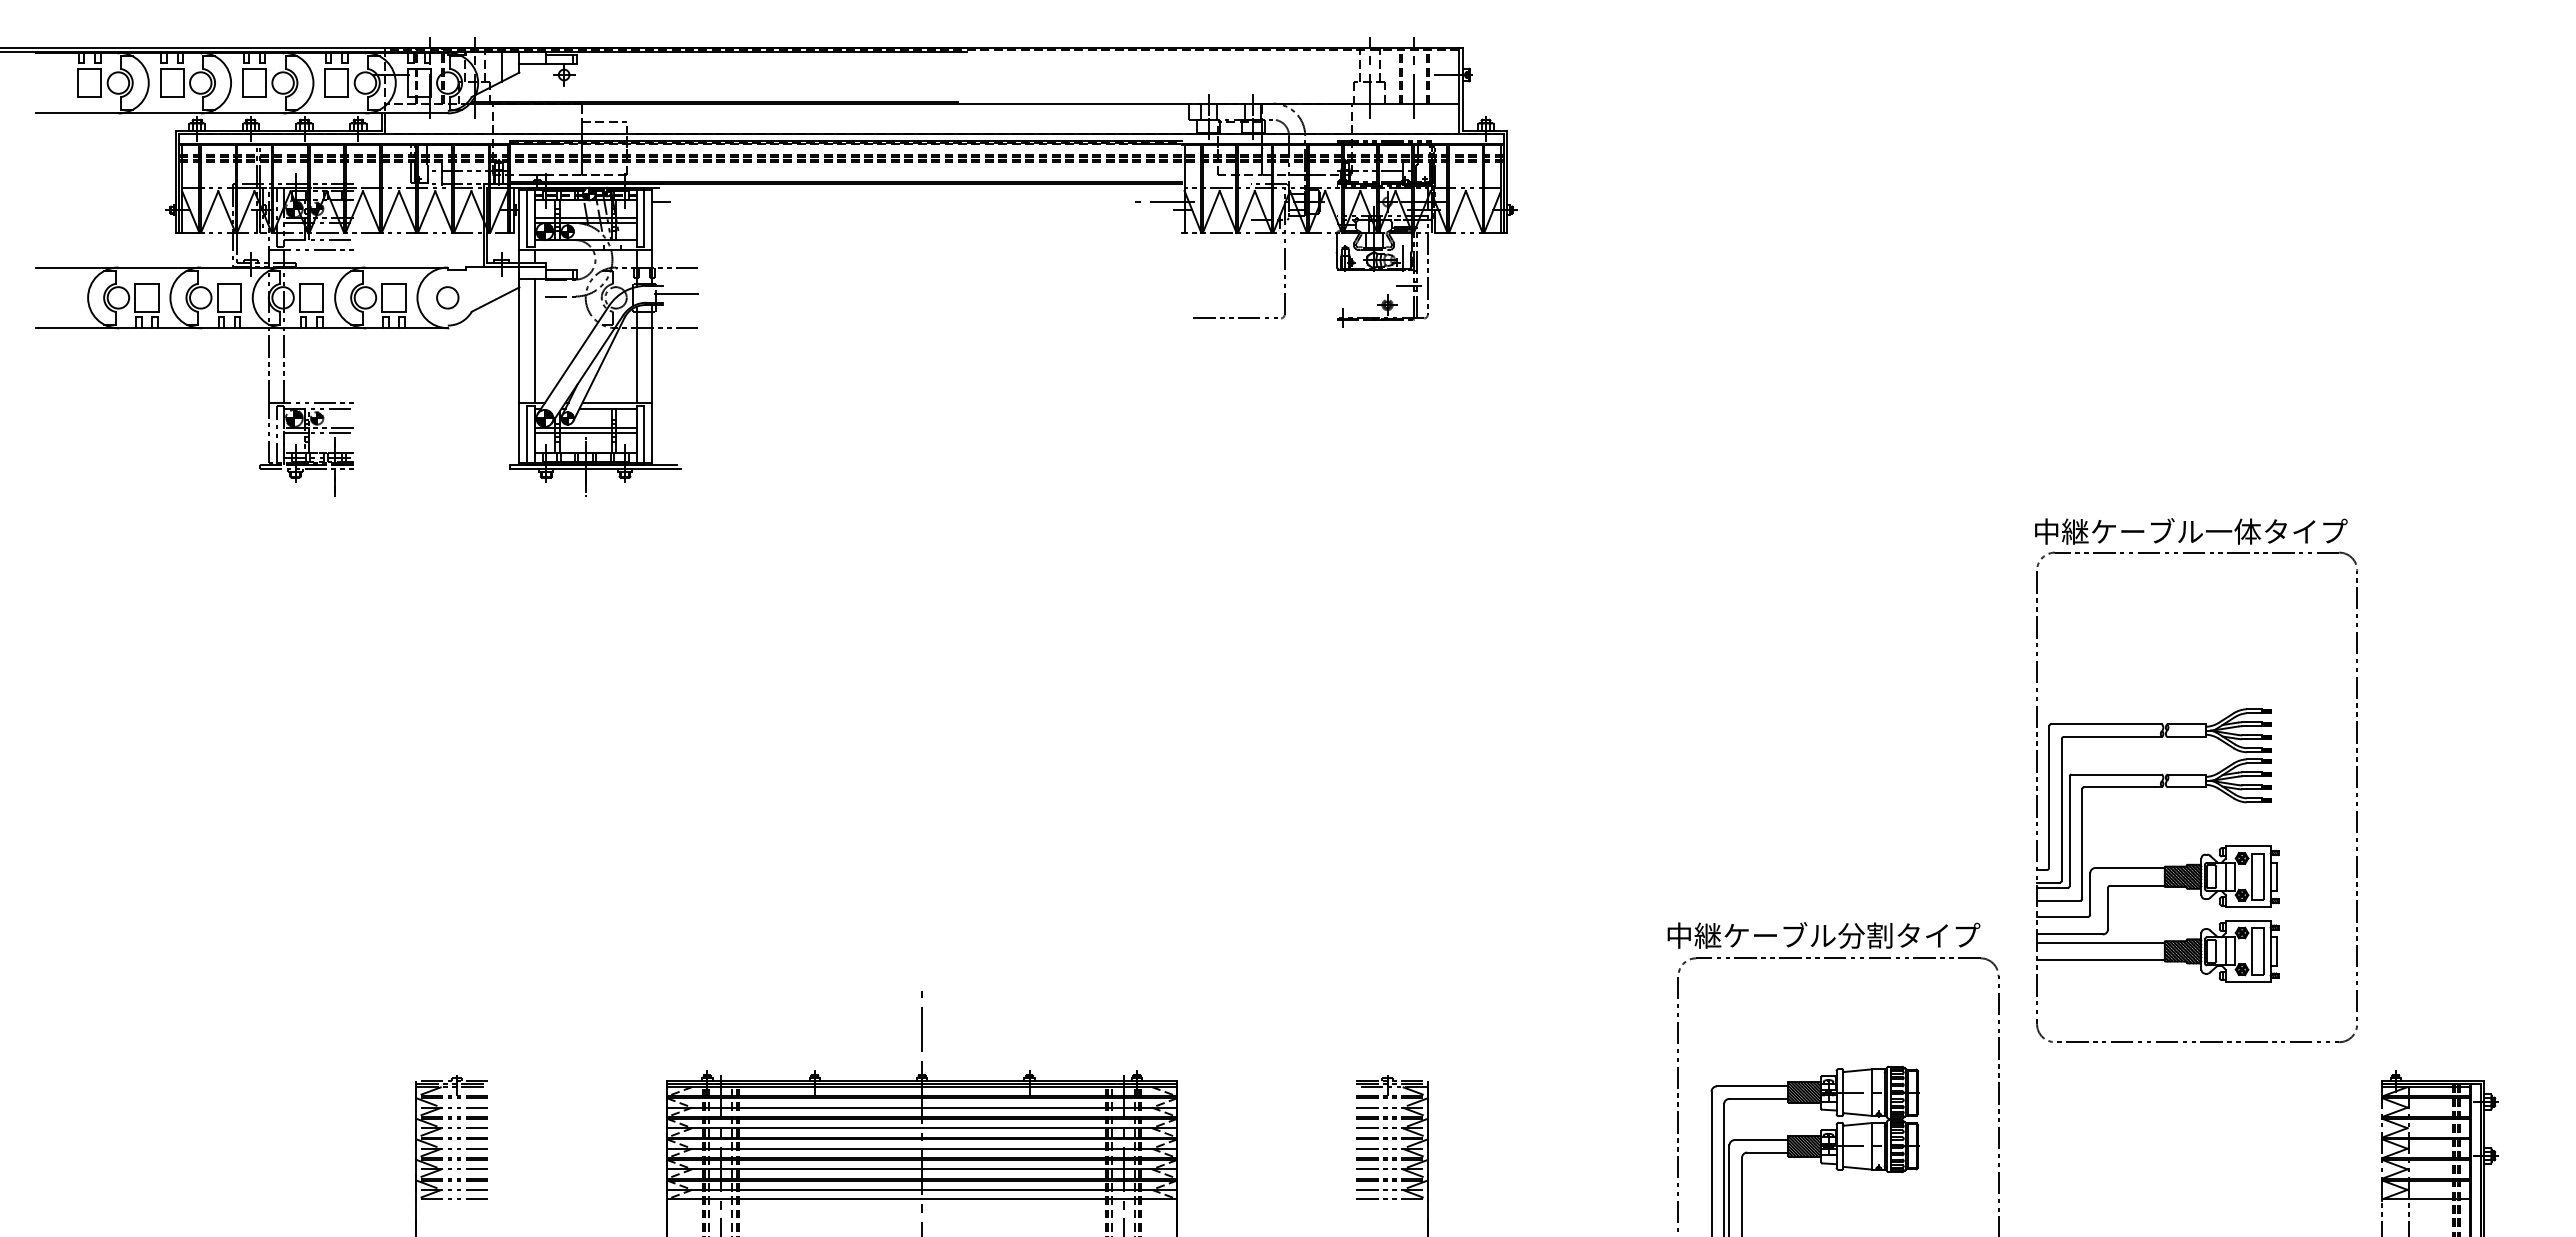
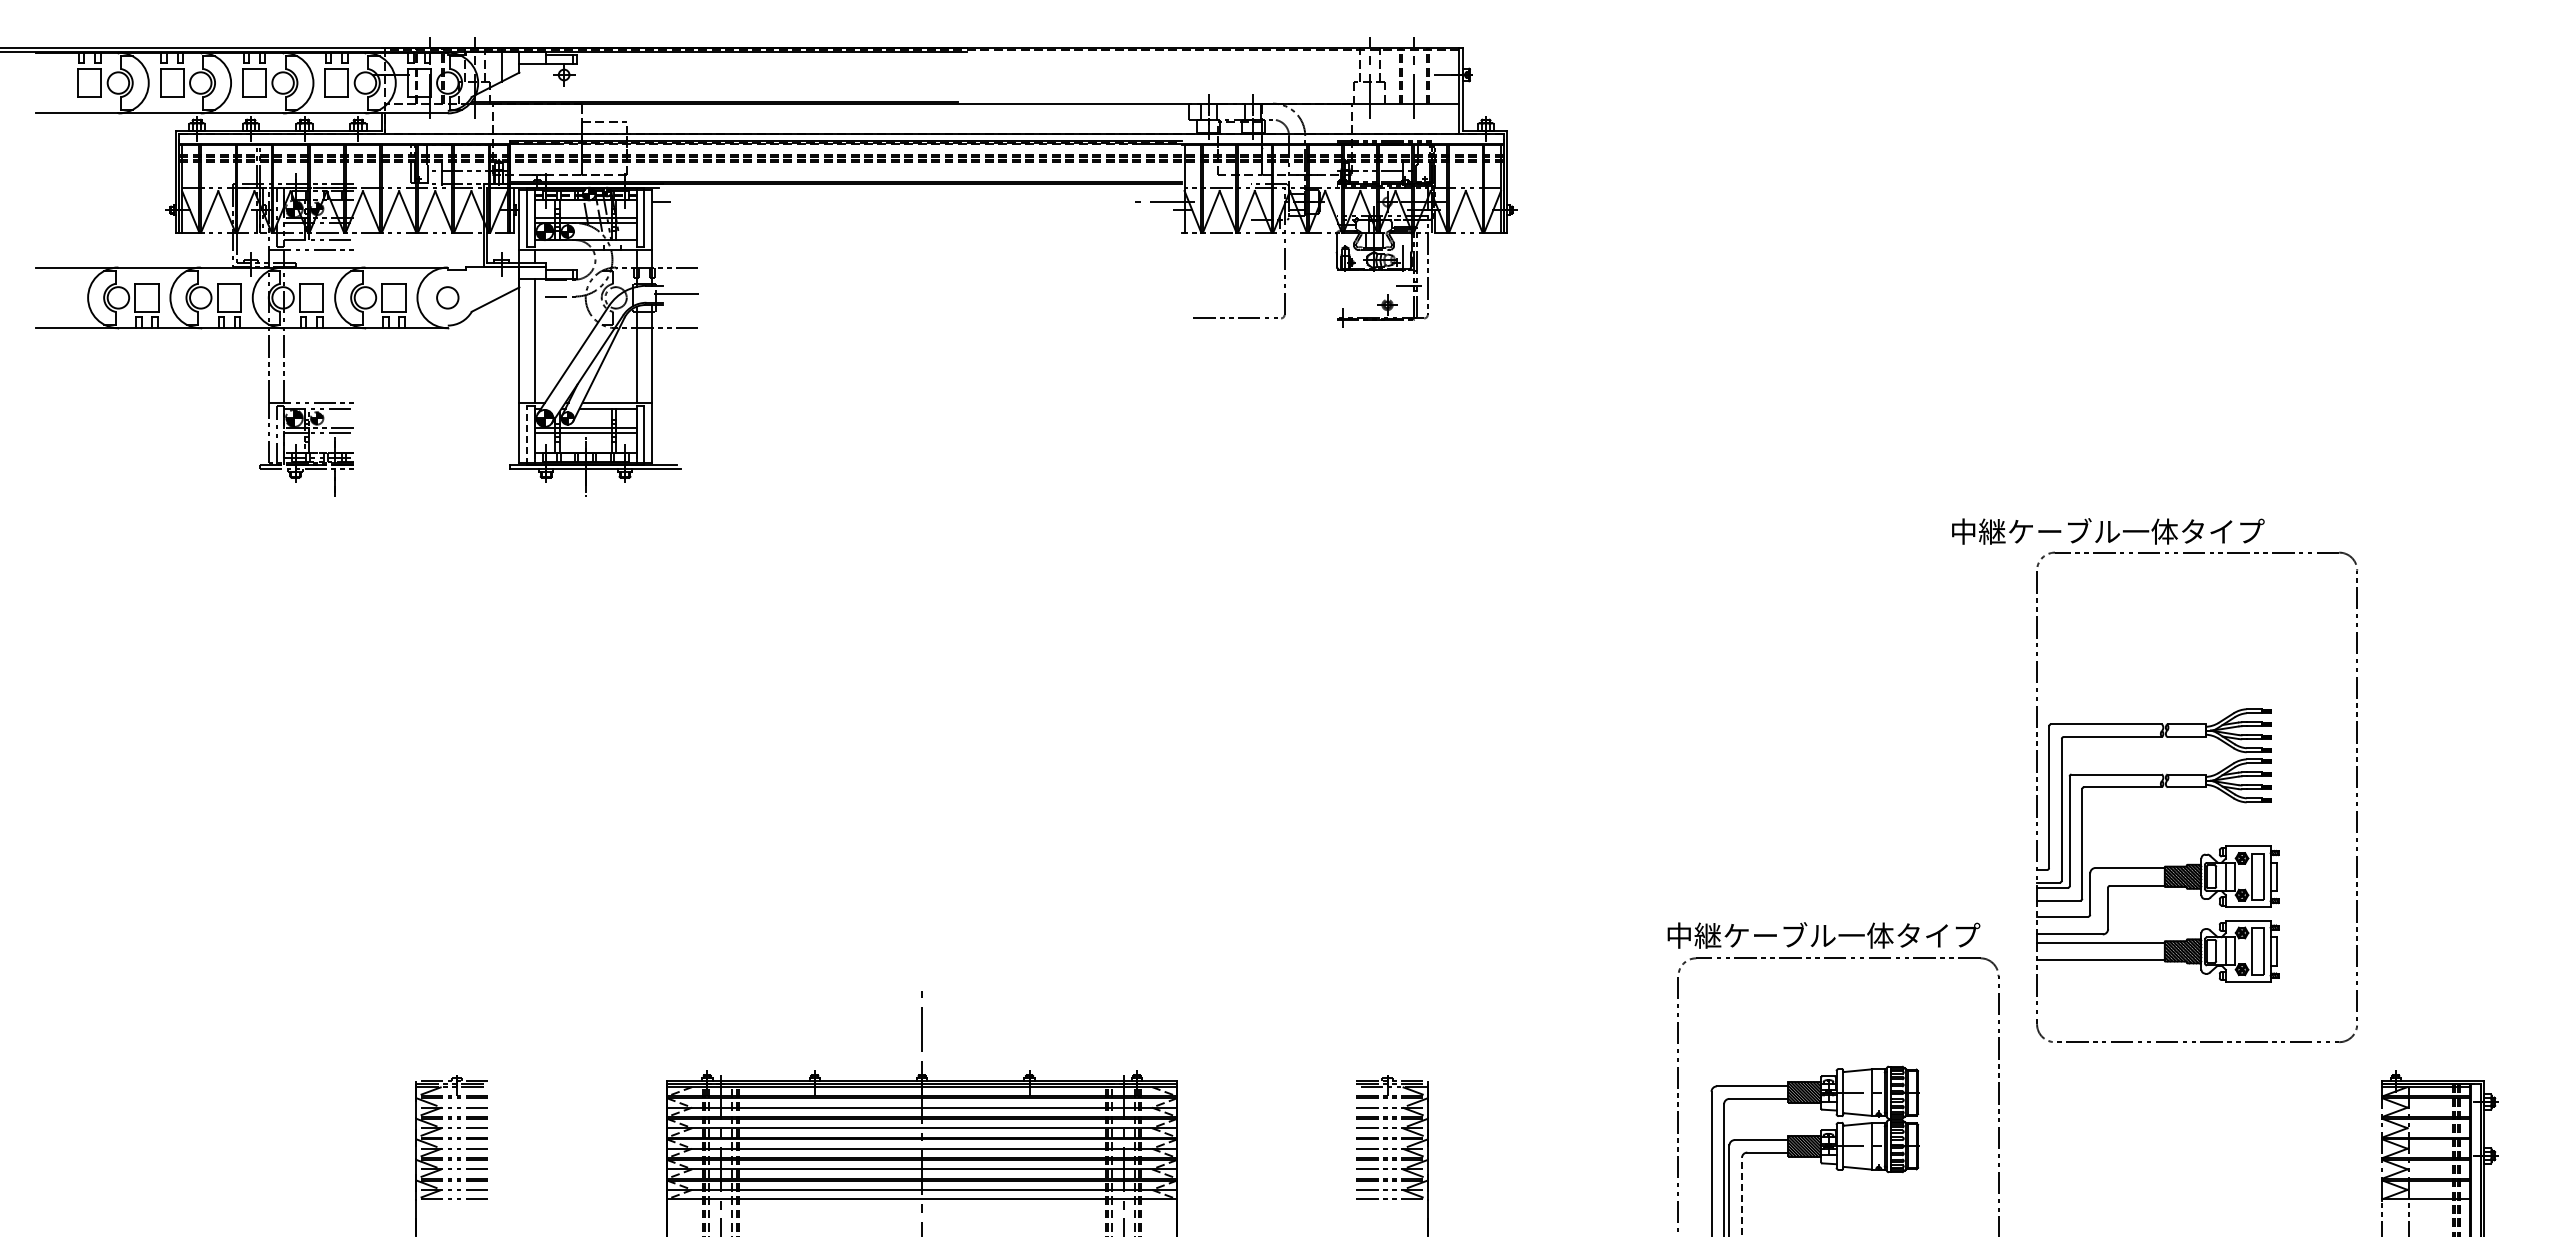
line at (527, 435): solid -> dashed
text at (2191, 531) position: (2191, 531) -> (2108, 531)
text at (1865, 935): 中継ケーブル分割タイプ -> 中継ケーブル一体タイプ
line at (1741, 1196): solid -> dashed
